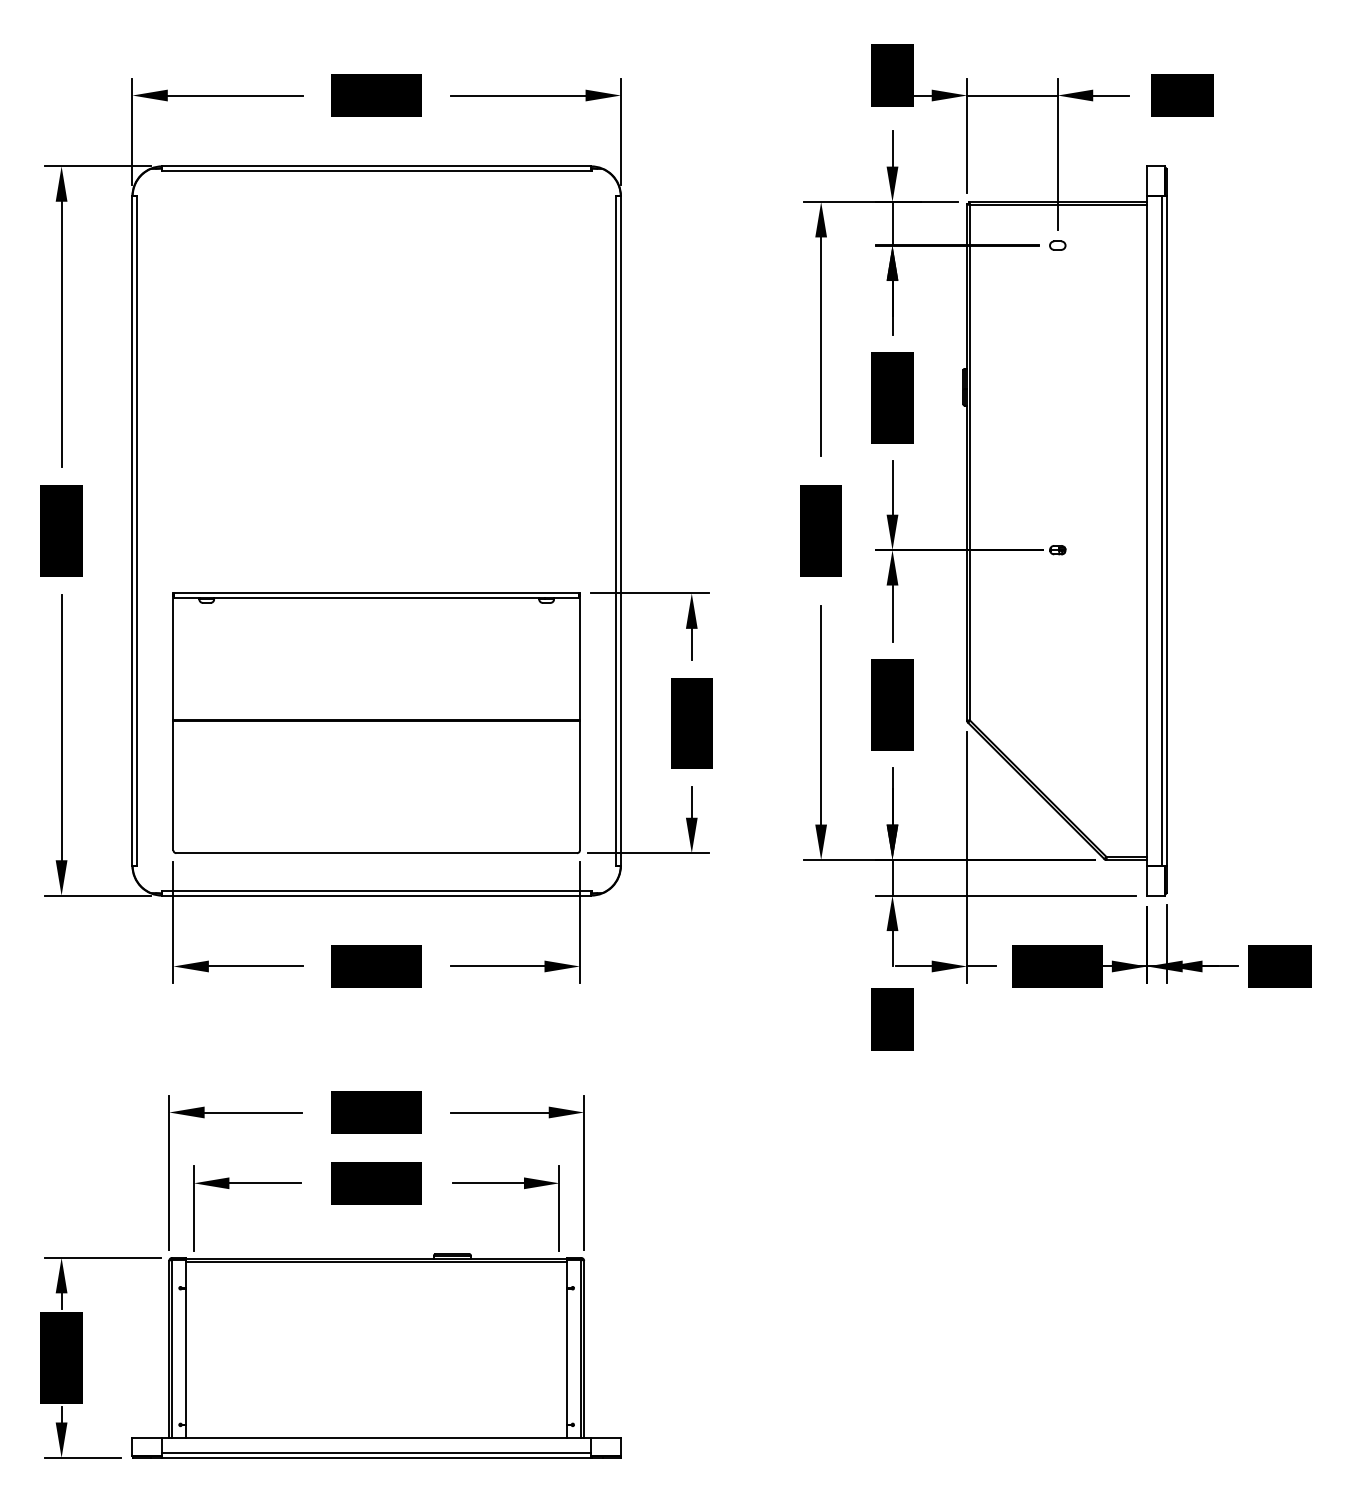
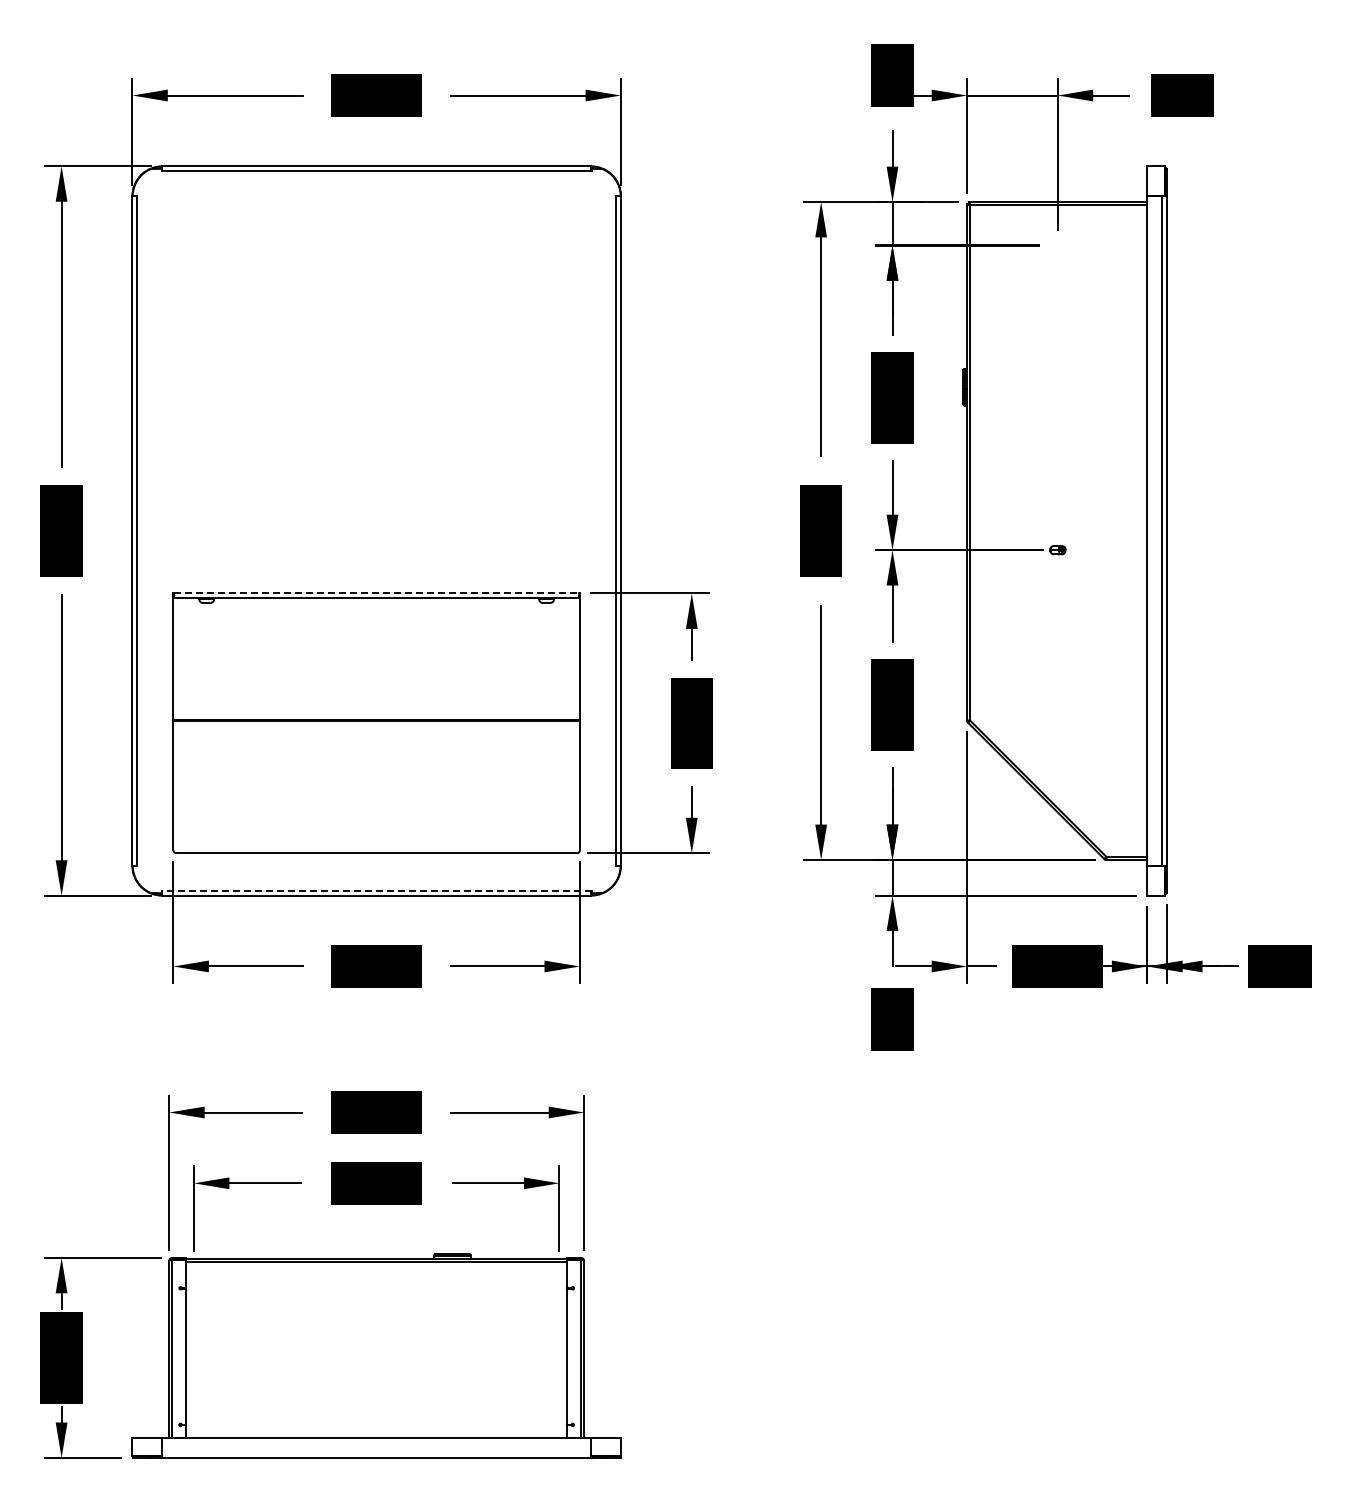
part at (1057, 245): present -> none
line at (376, 593): solid -> dashed
line at (376, 890): solid -> dashed
line at (376, 1453): present -> none
